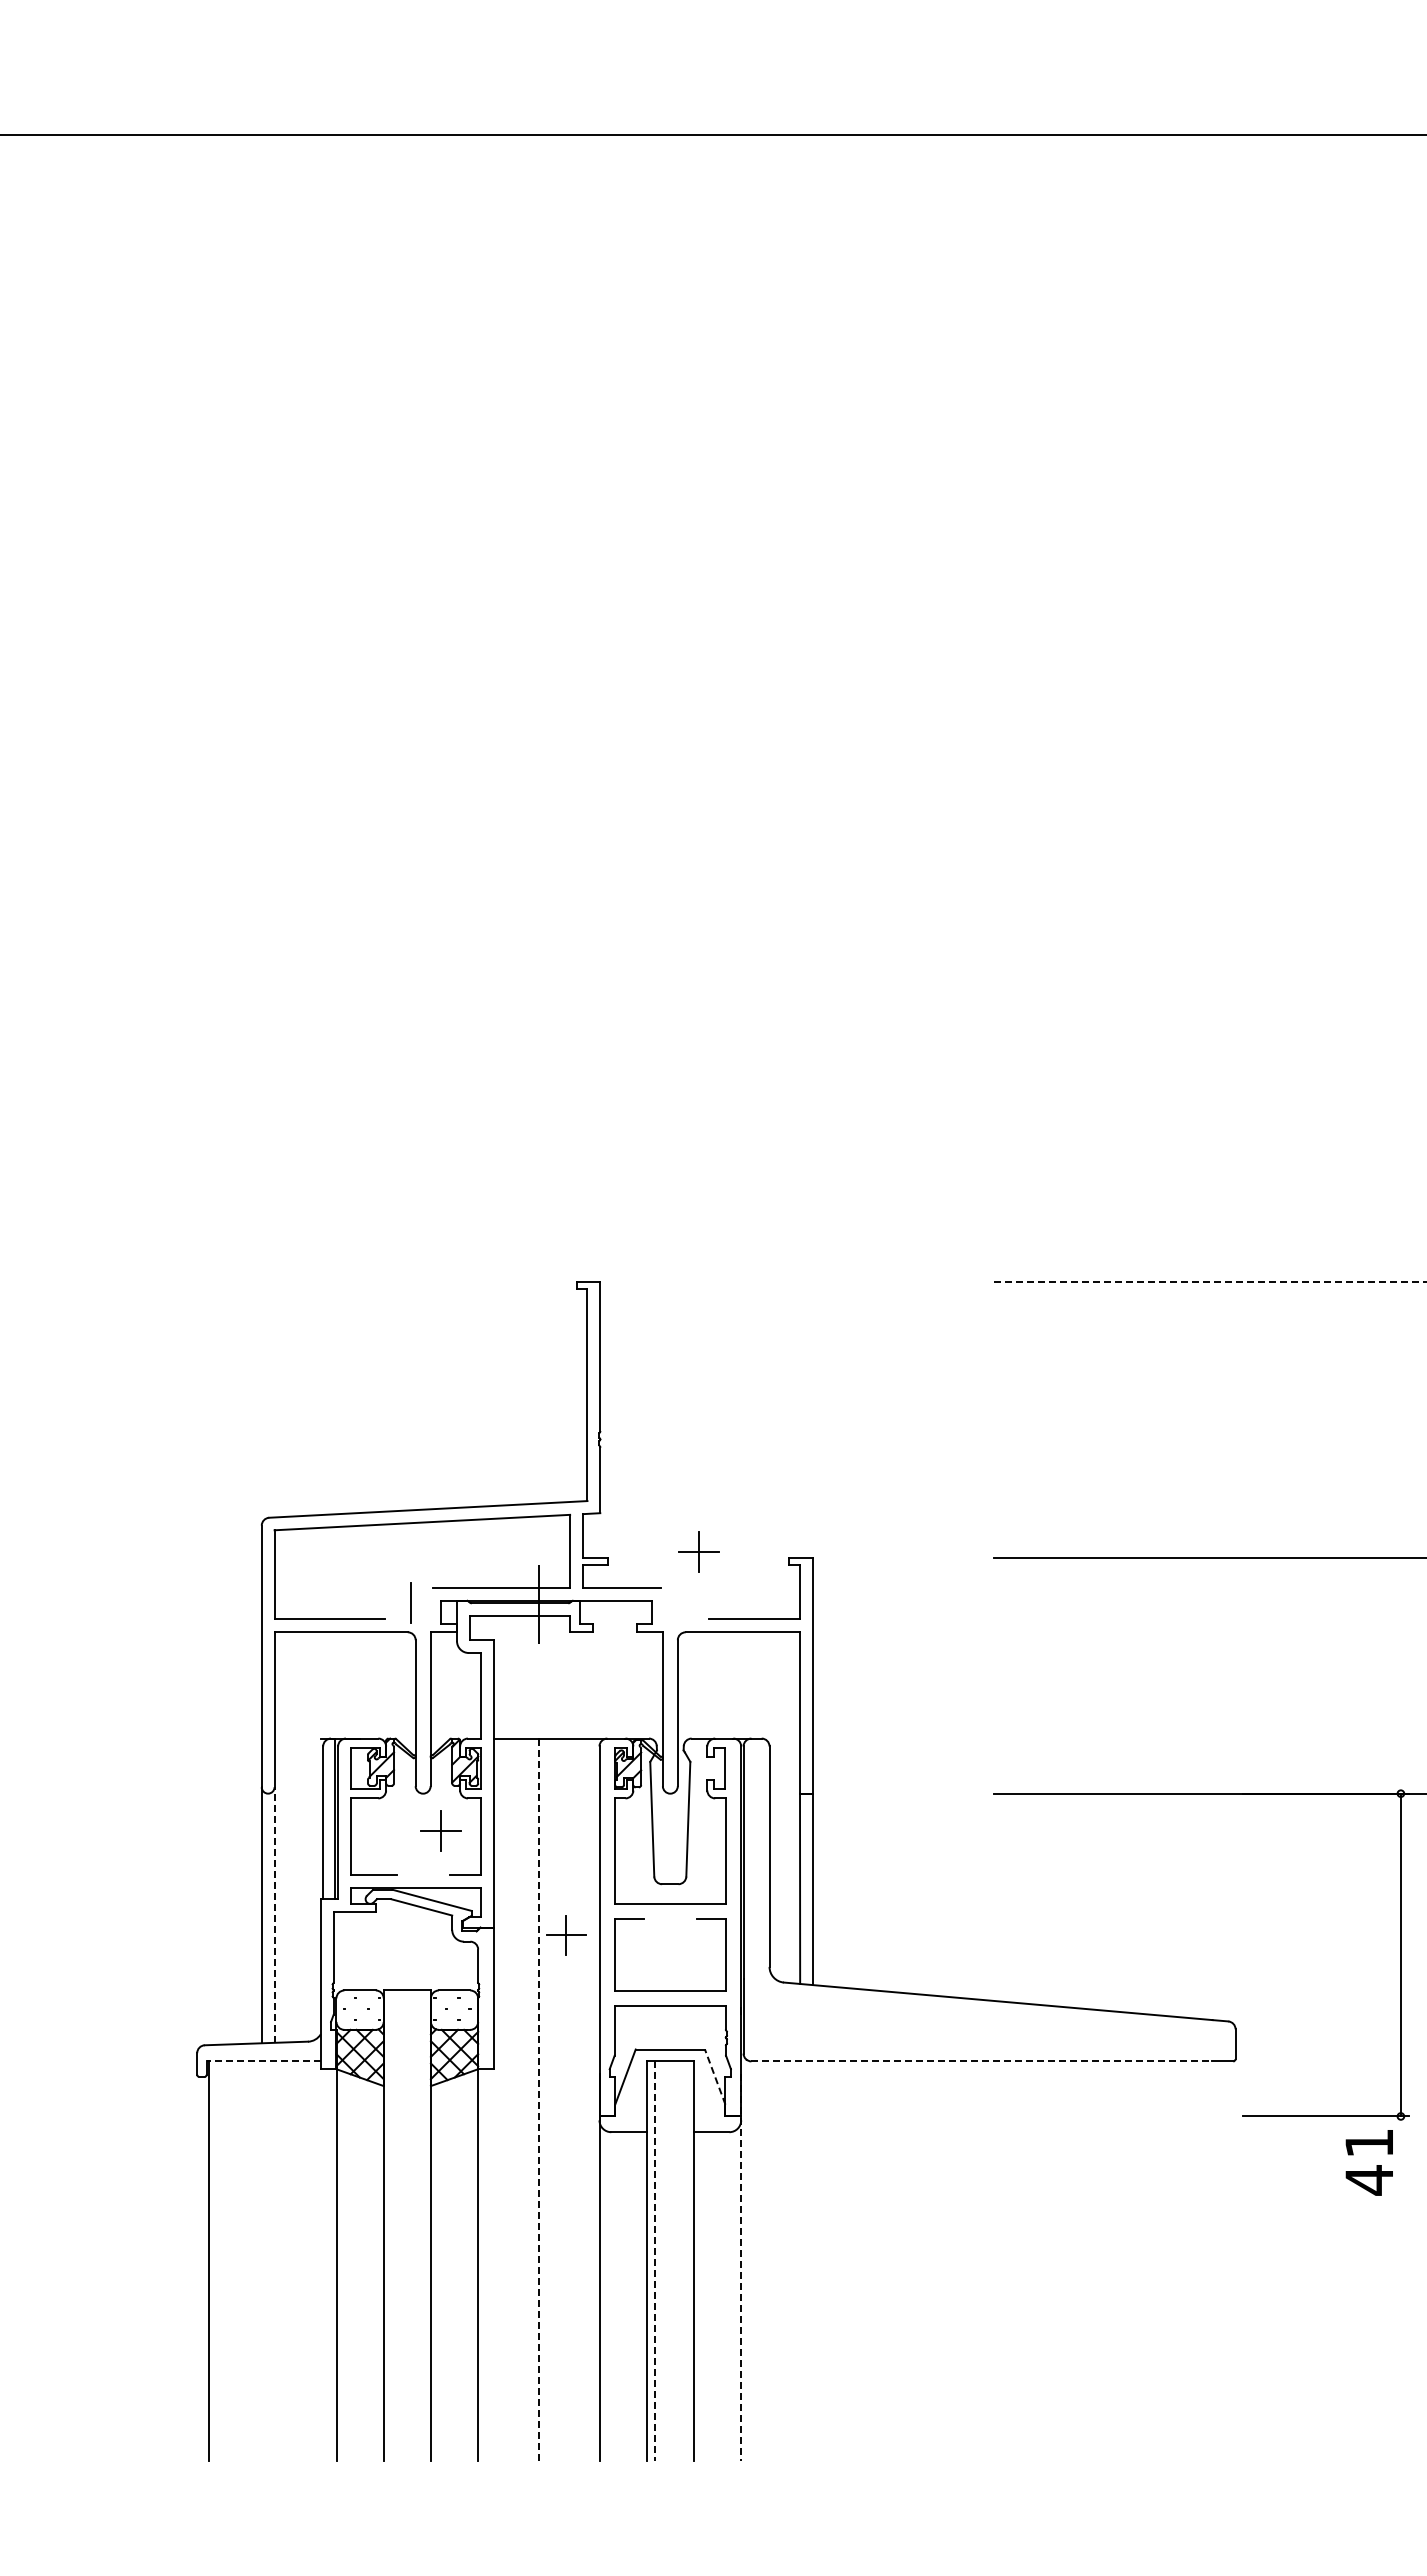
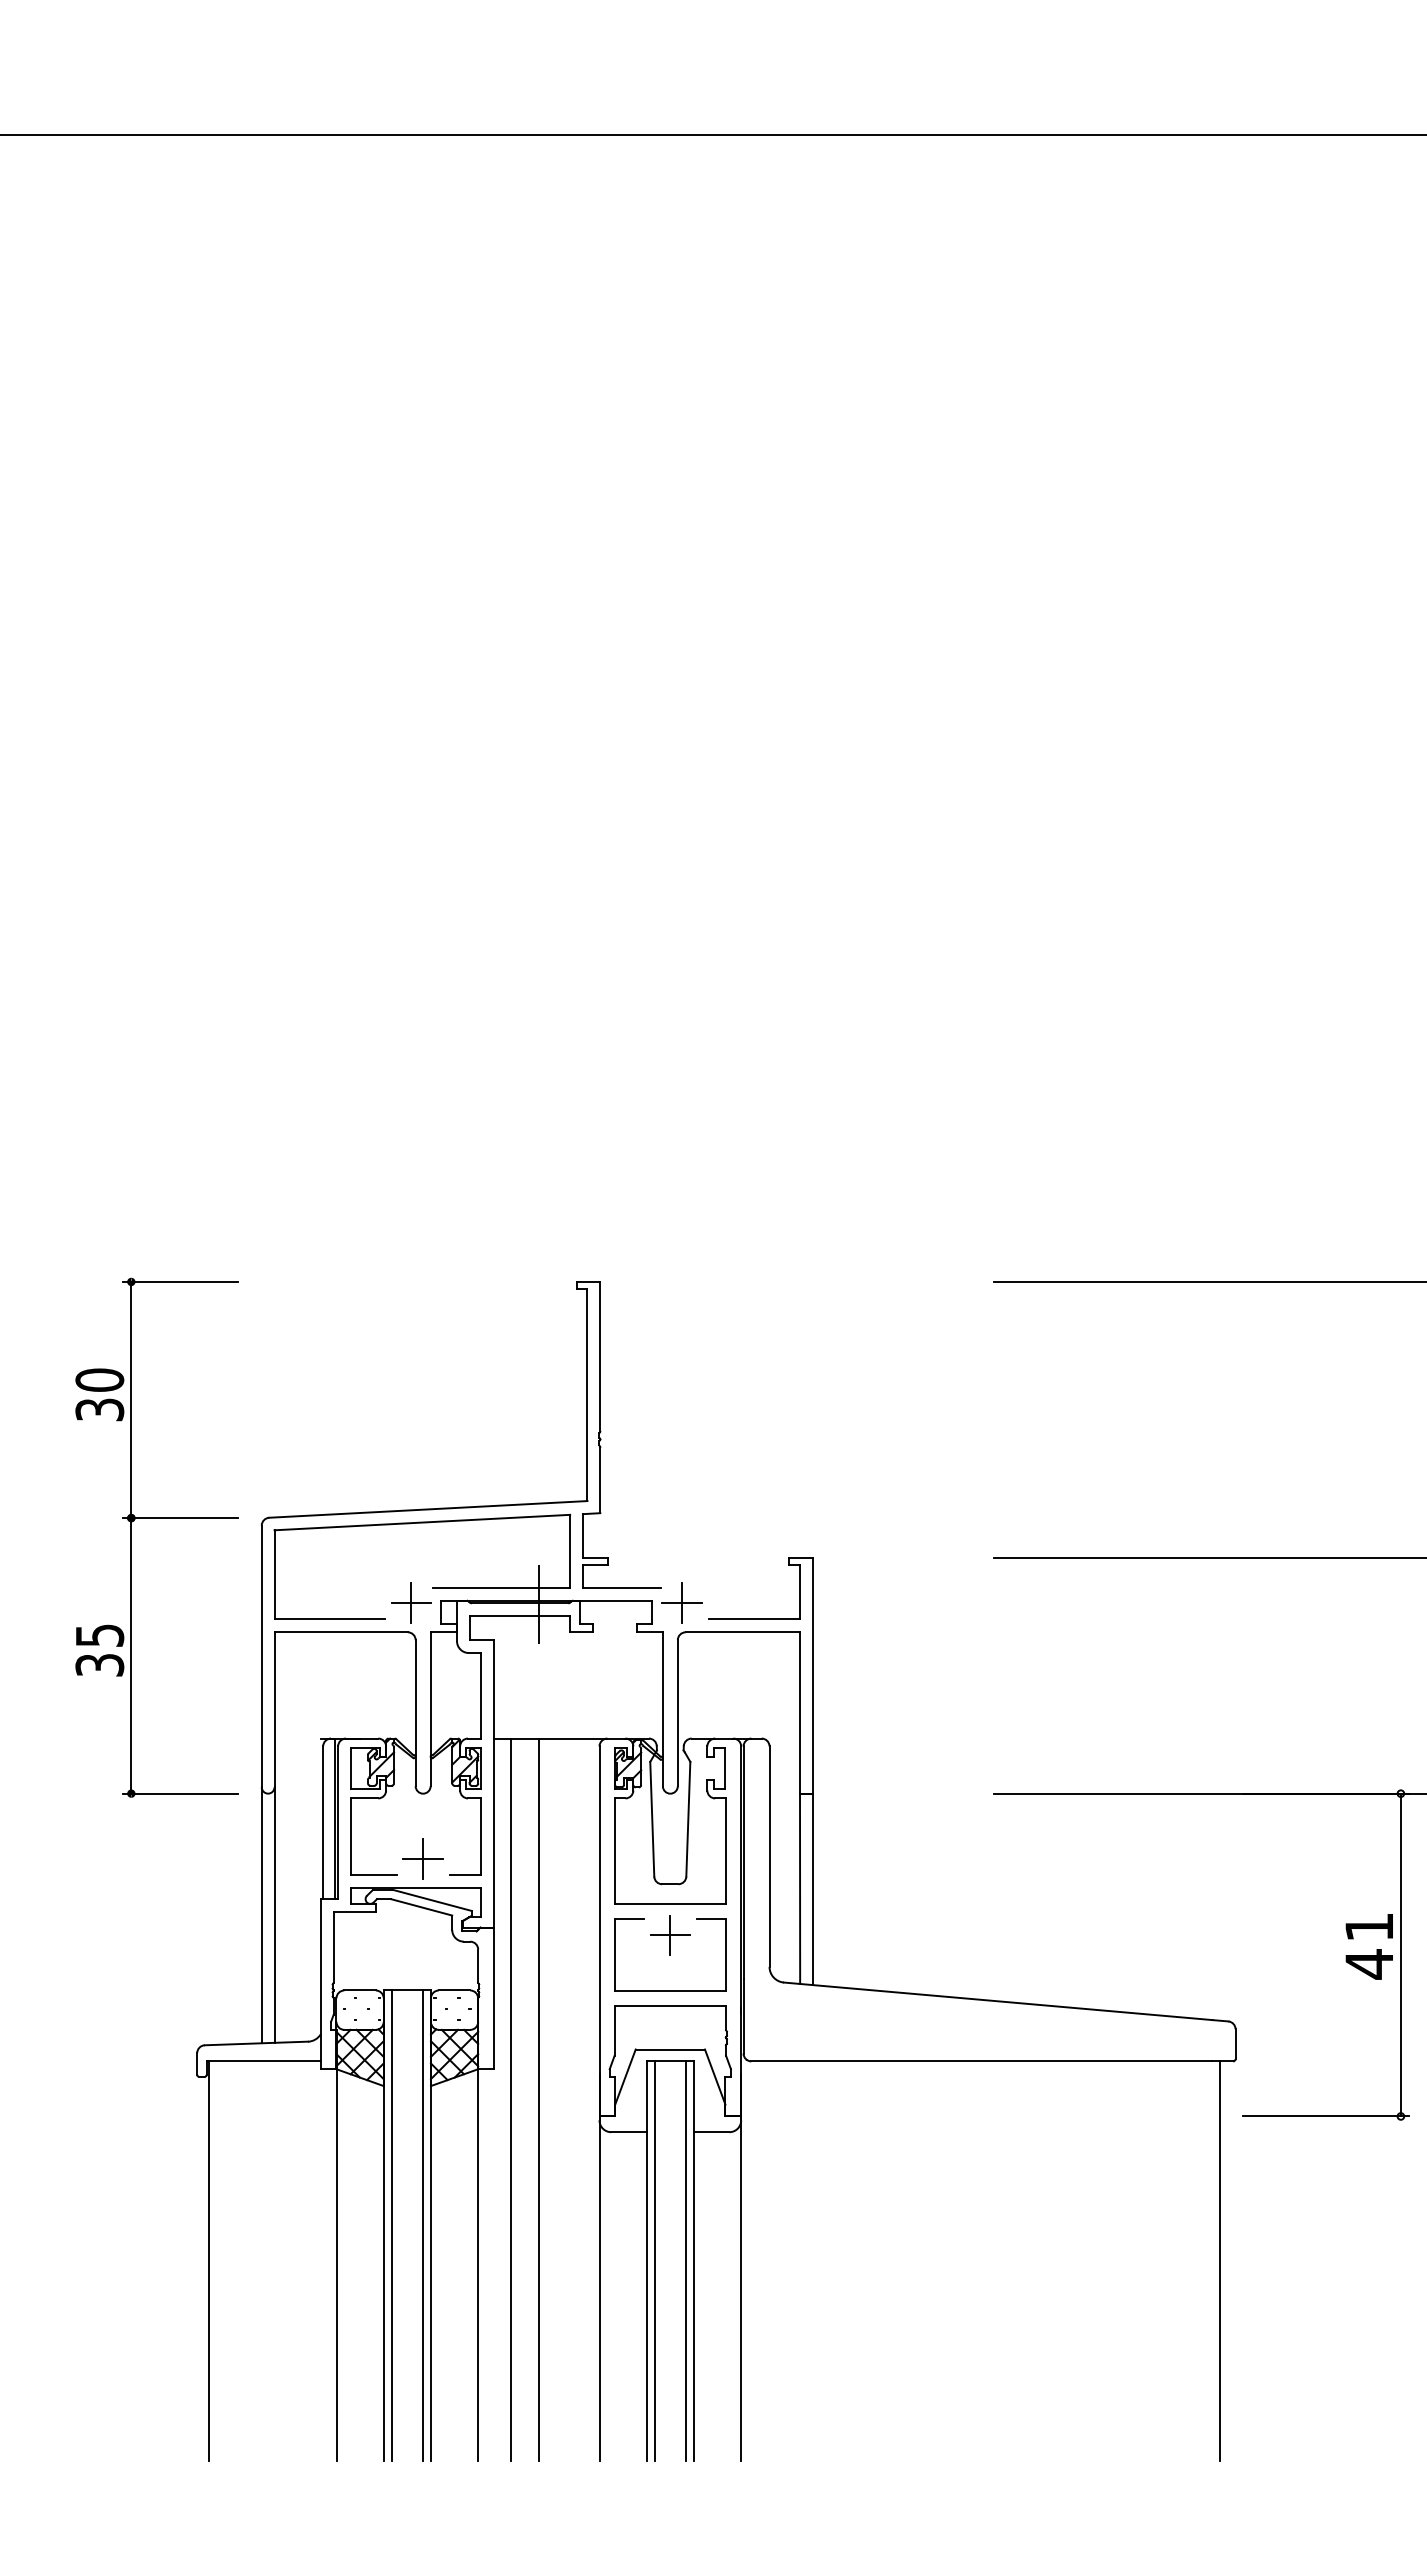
line at (1210, 1281): dashed -> solid
part at (156, 1518): none -> present
part at (698, 1551) position: (698, 1551) -> (681, 1602)
line at (411, 1603): none -> present
part at (440, 1830) position: (440, 1830) -> (422, 1858)
line at (274, 1915): dashed -> solid
part at (566, 1935) position: (566, 1935) -> (670, 1935)
line at (263, 2061): dashed -> solid
line at (982, 2061): dashed -> solid
line at (715, 2076): dashed -> solid
line at (511, 2099): none -> present
line at (538, 2100): dashed -> solid
text at (1368, 2162) position: (1368, 2162) -> (1368, 1946)
line at (391, 2225): none -> present
line at (423, 2225): none -> present
line at (686, 2260): none -> present
line at (1219, 2260): none -> present
line at (654, 2261): dashed -> solid
line at (741, 2267): dashed -> solid
